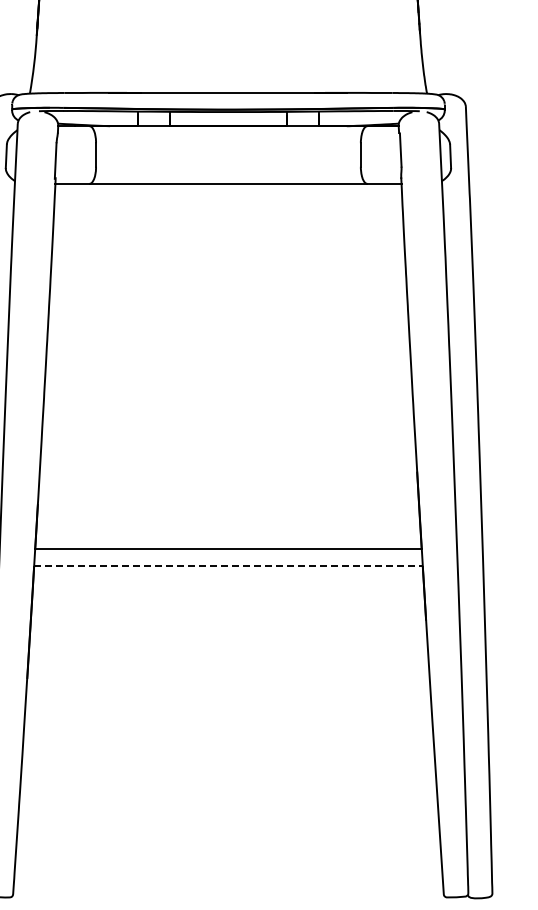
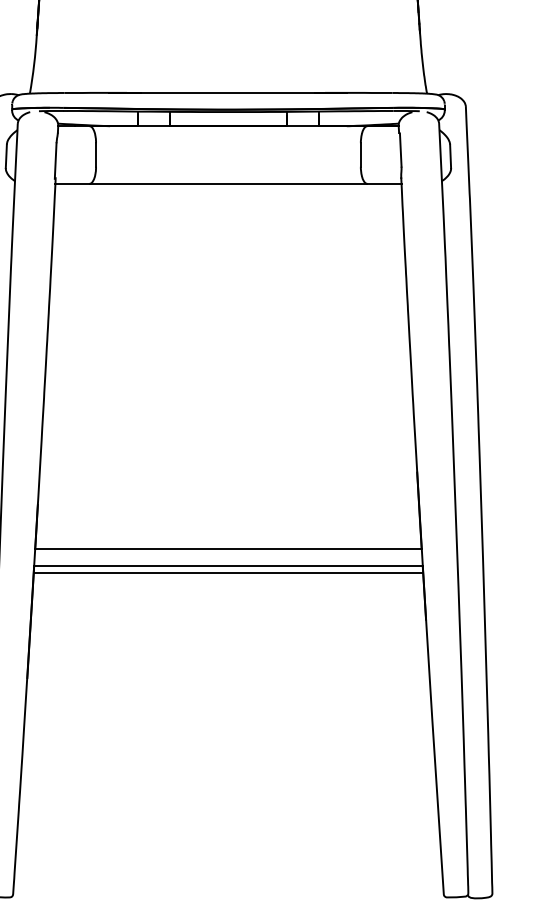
line at (228, 565): dashed -> solid
line at (228, 572): none -> present
